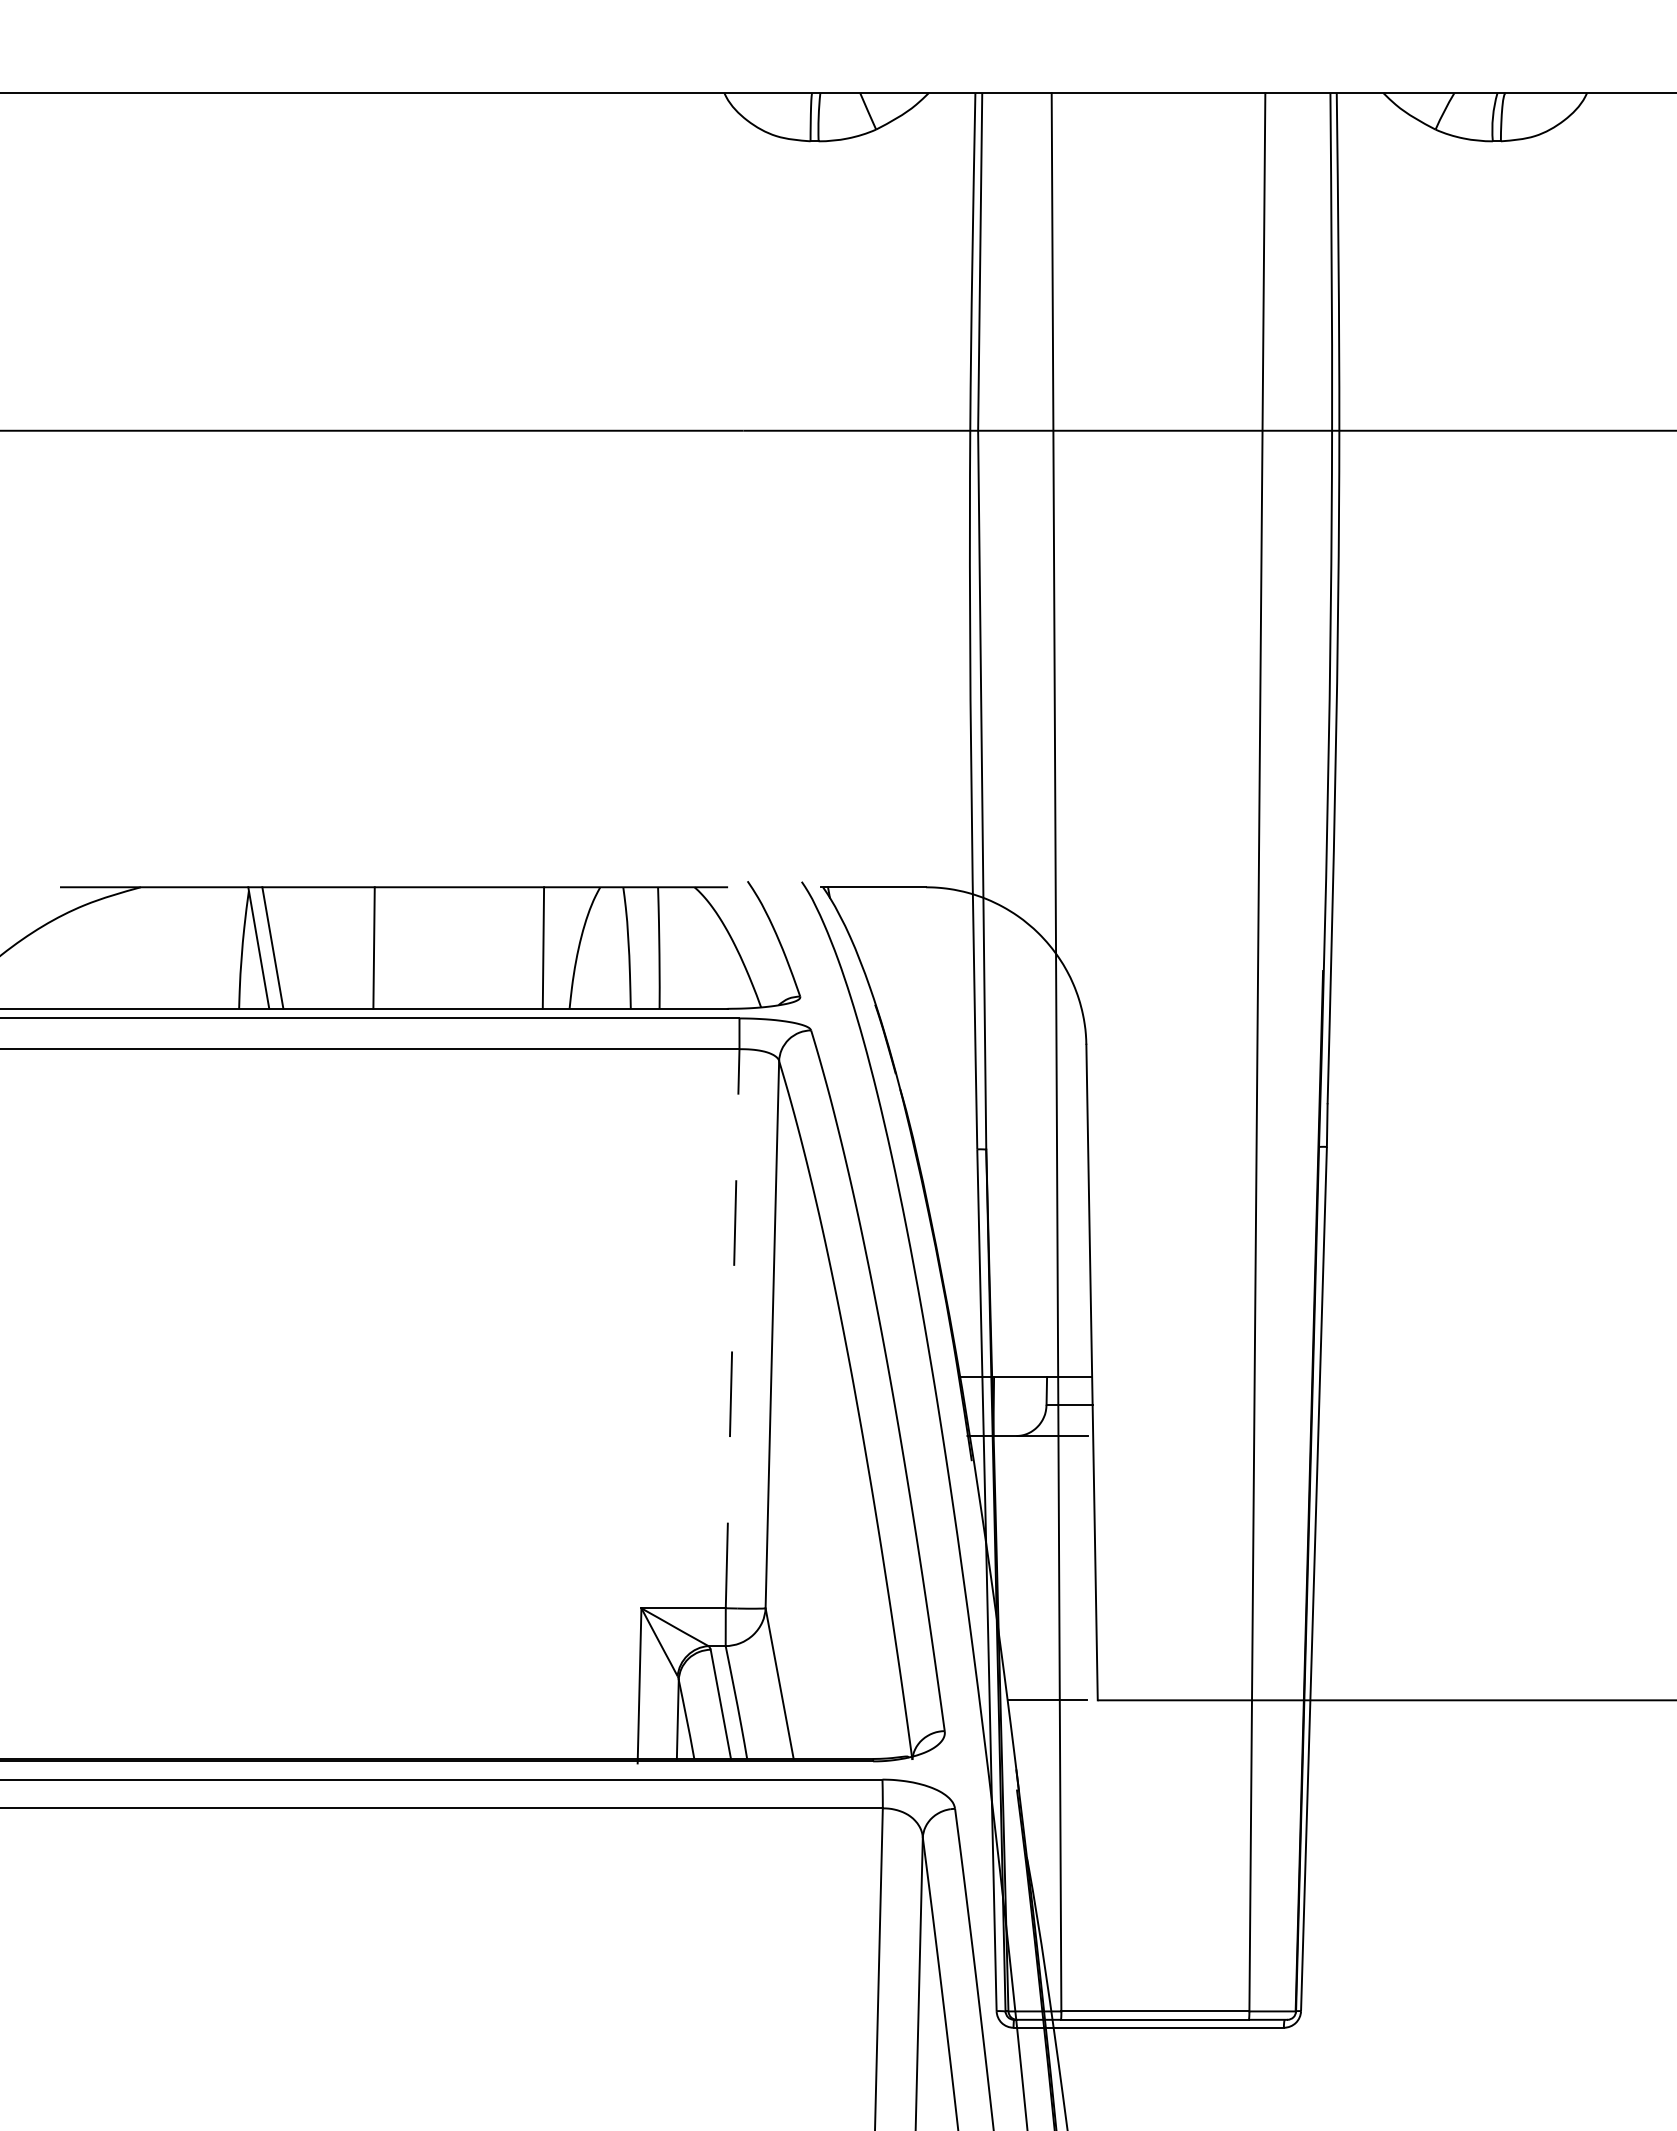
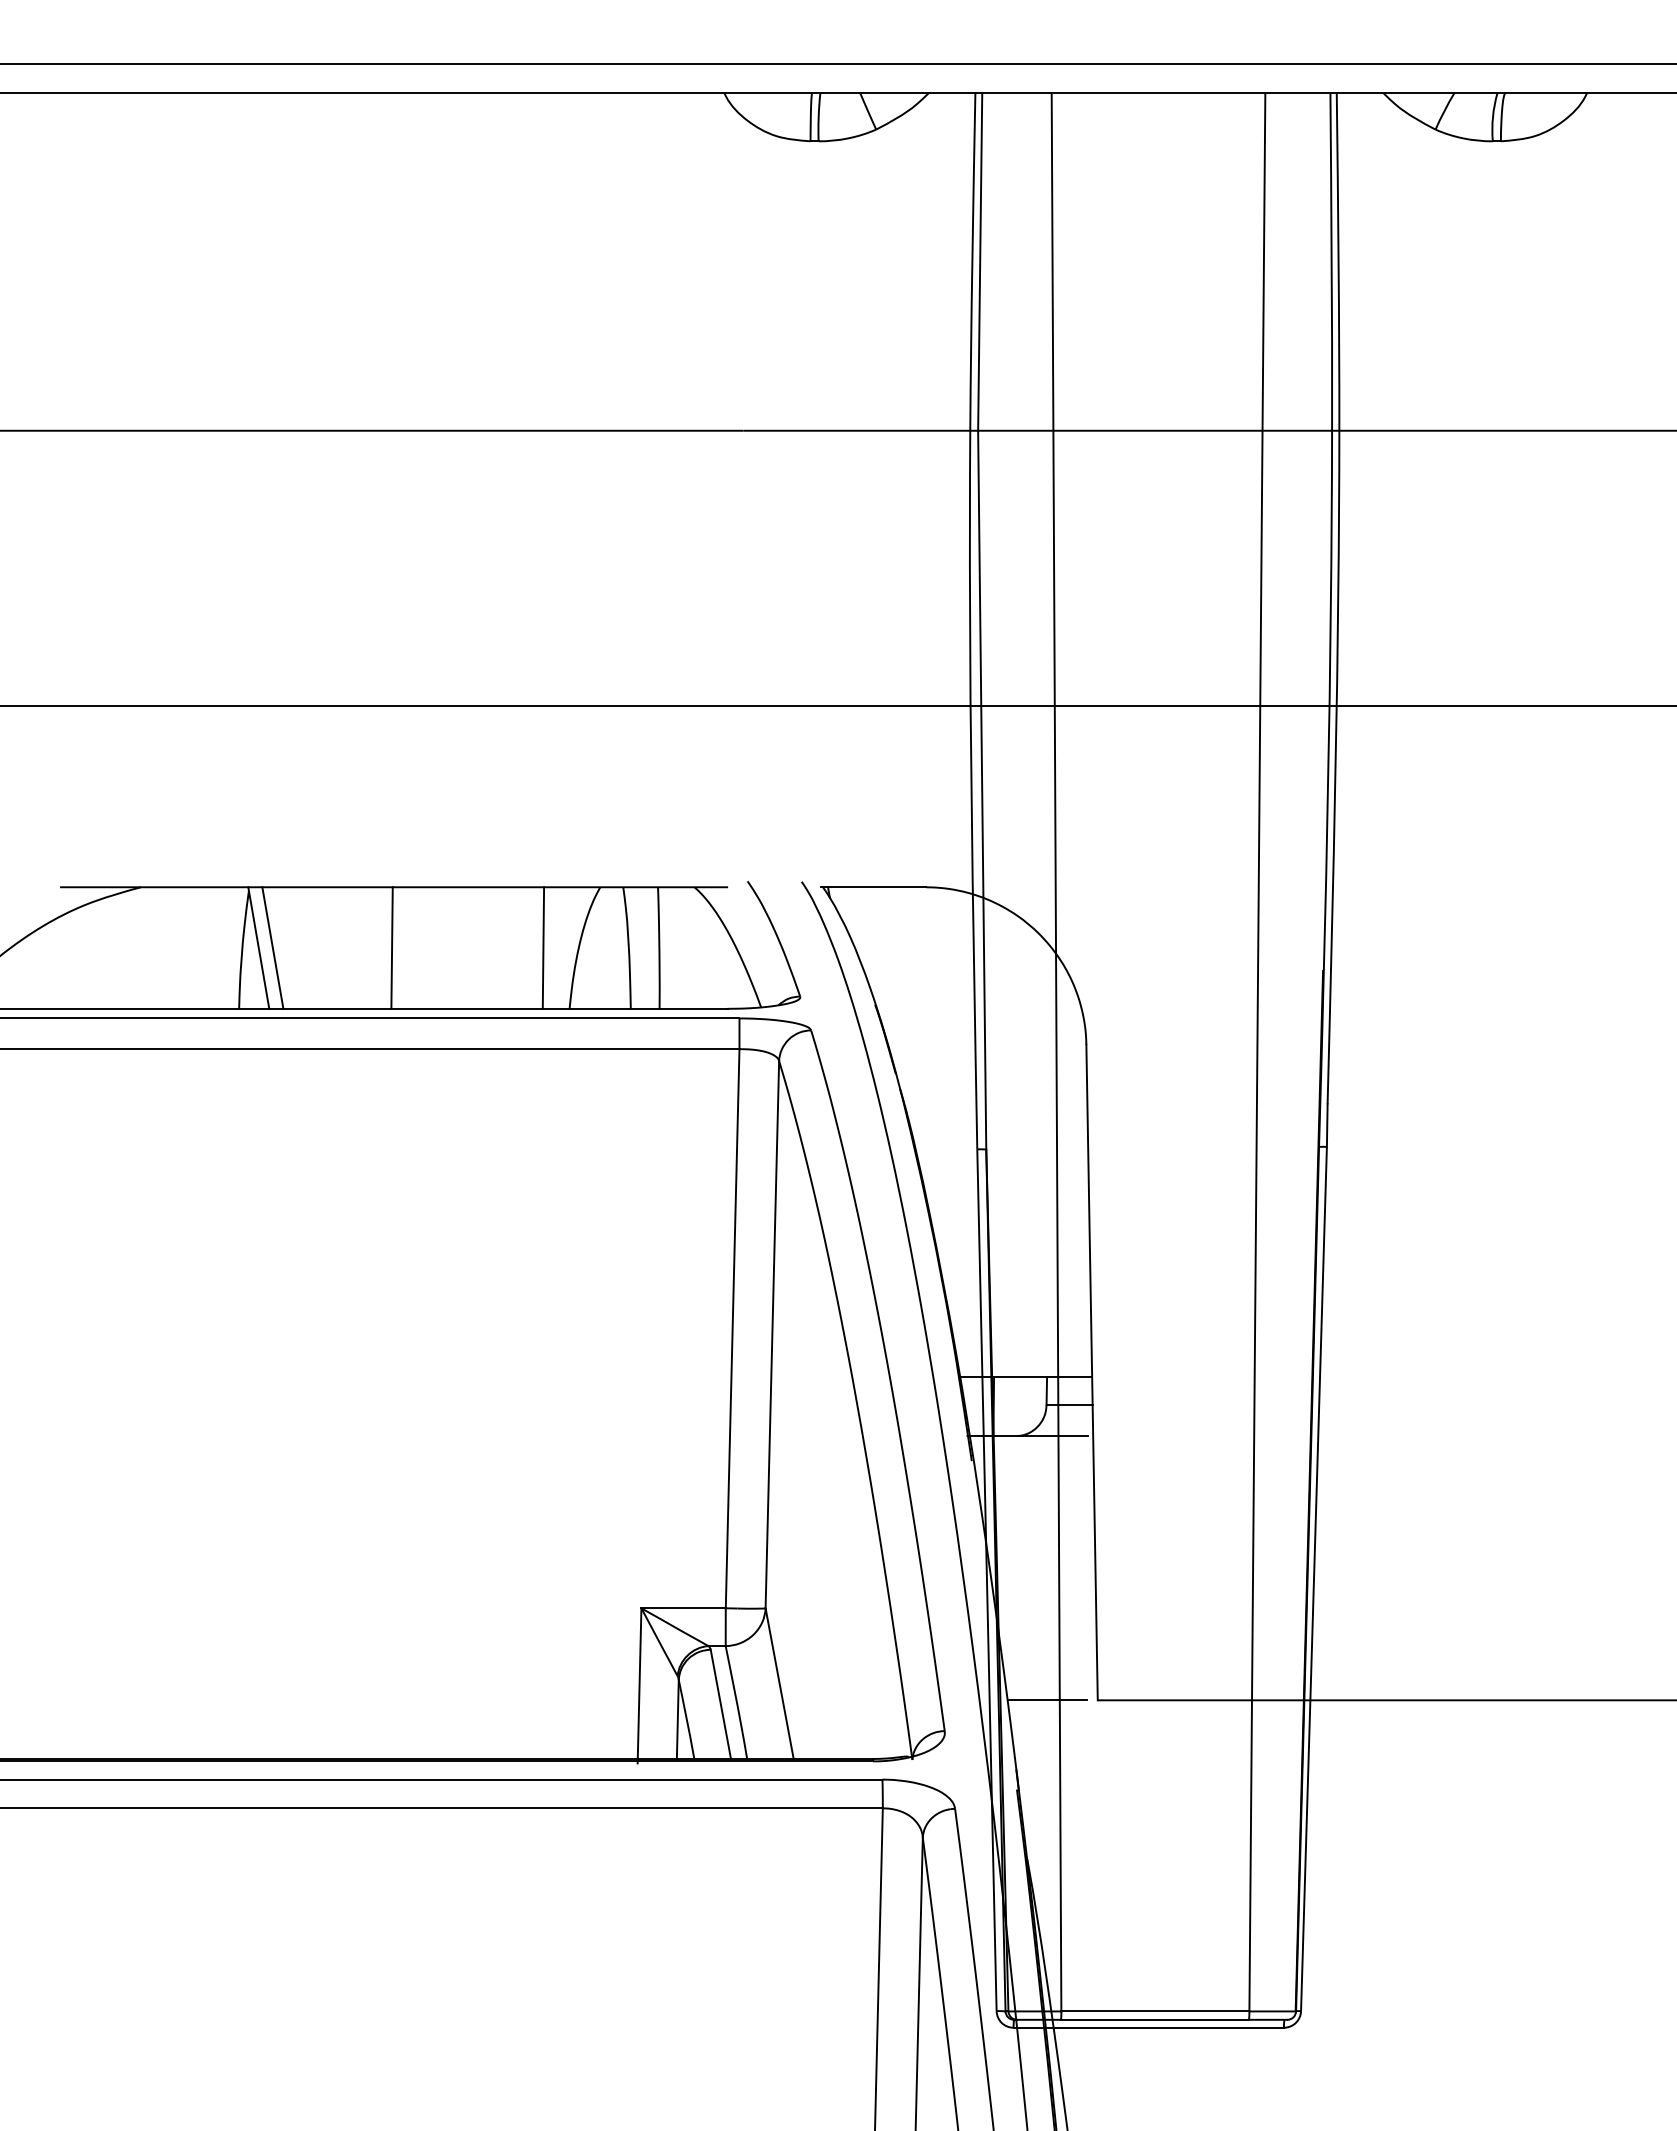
line at (837, 63): none -> present
line at (837, 706): none -> present
line at (373, 947) position: (373, 947) -> (391, 947)
line at (732, 1328): dashed -> solid
